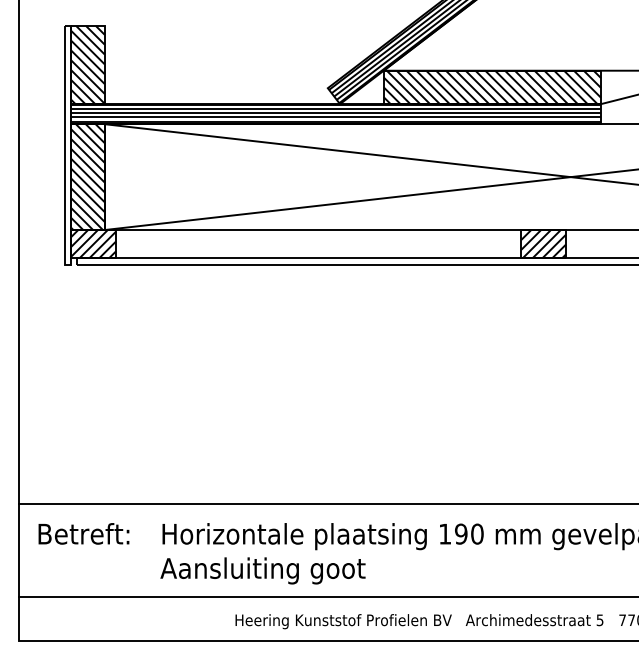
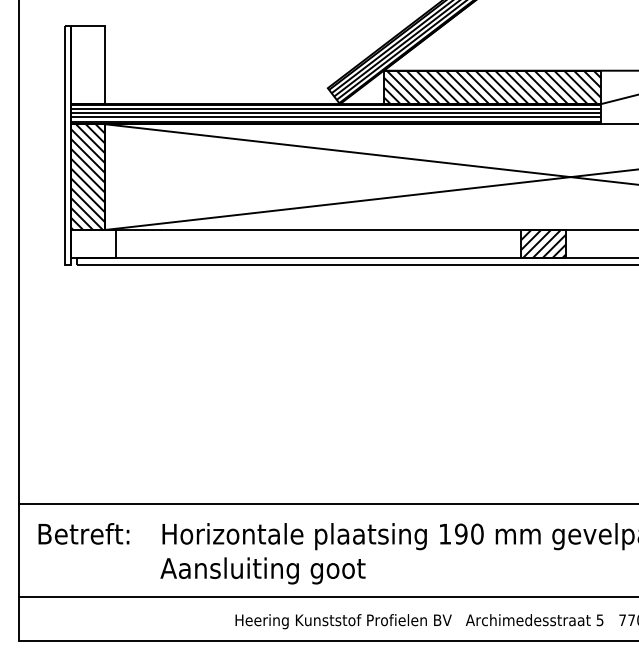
hatch at (87, 65): present -> none
hatch at (93, 243): present -> none
